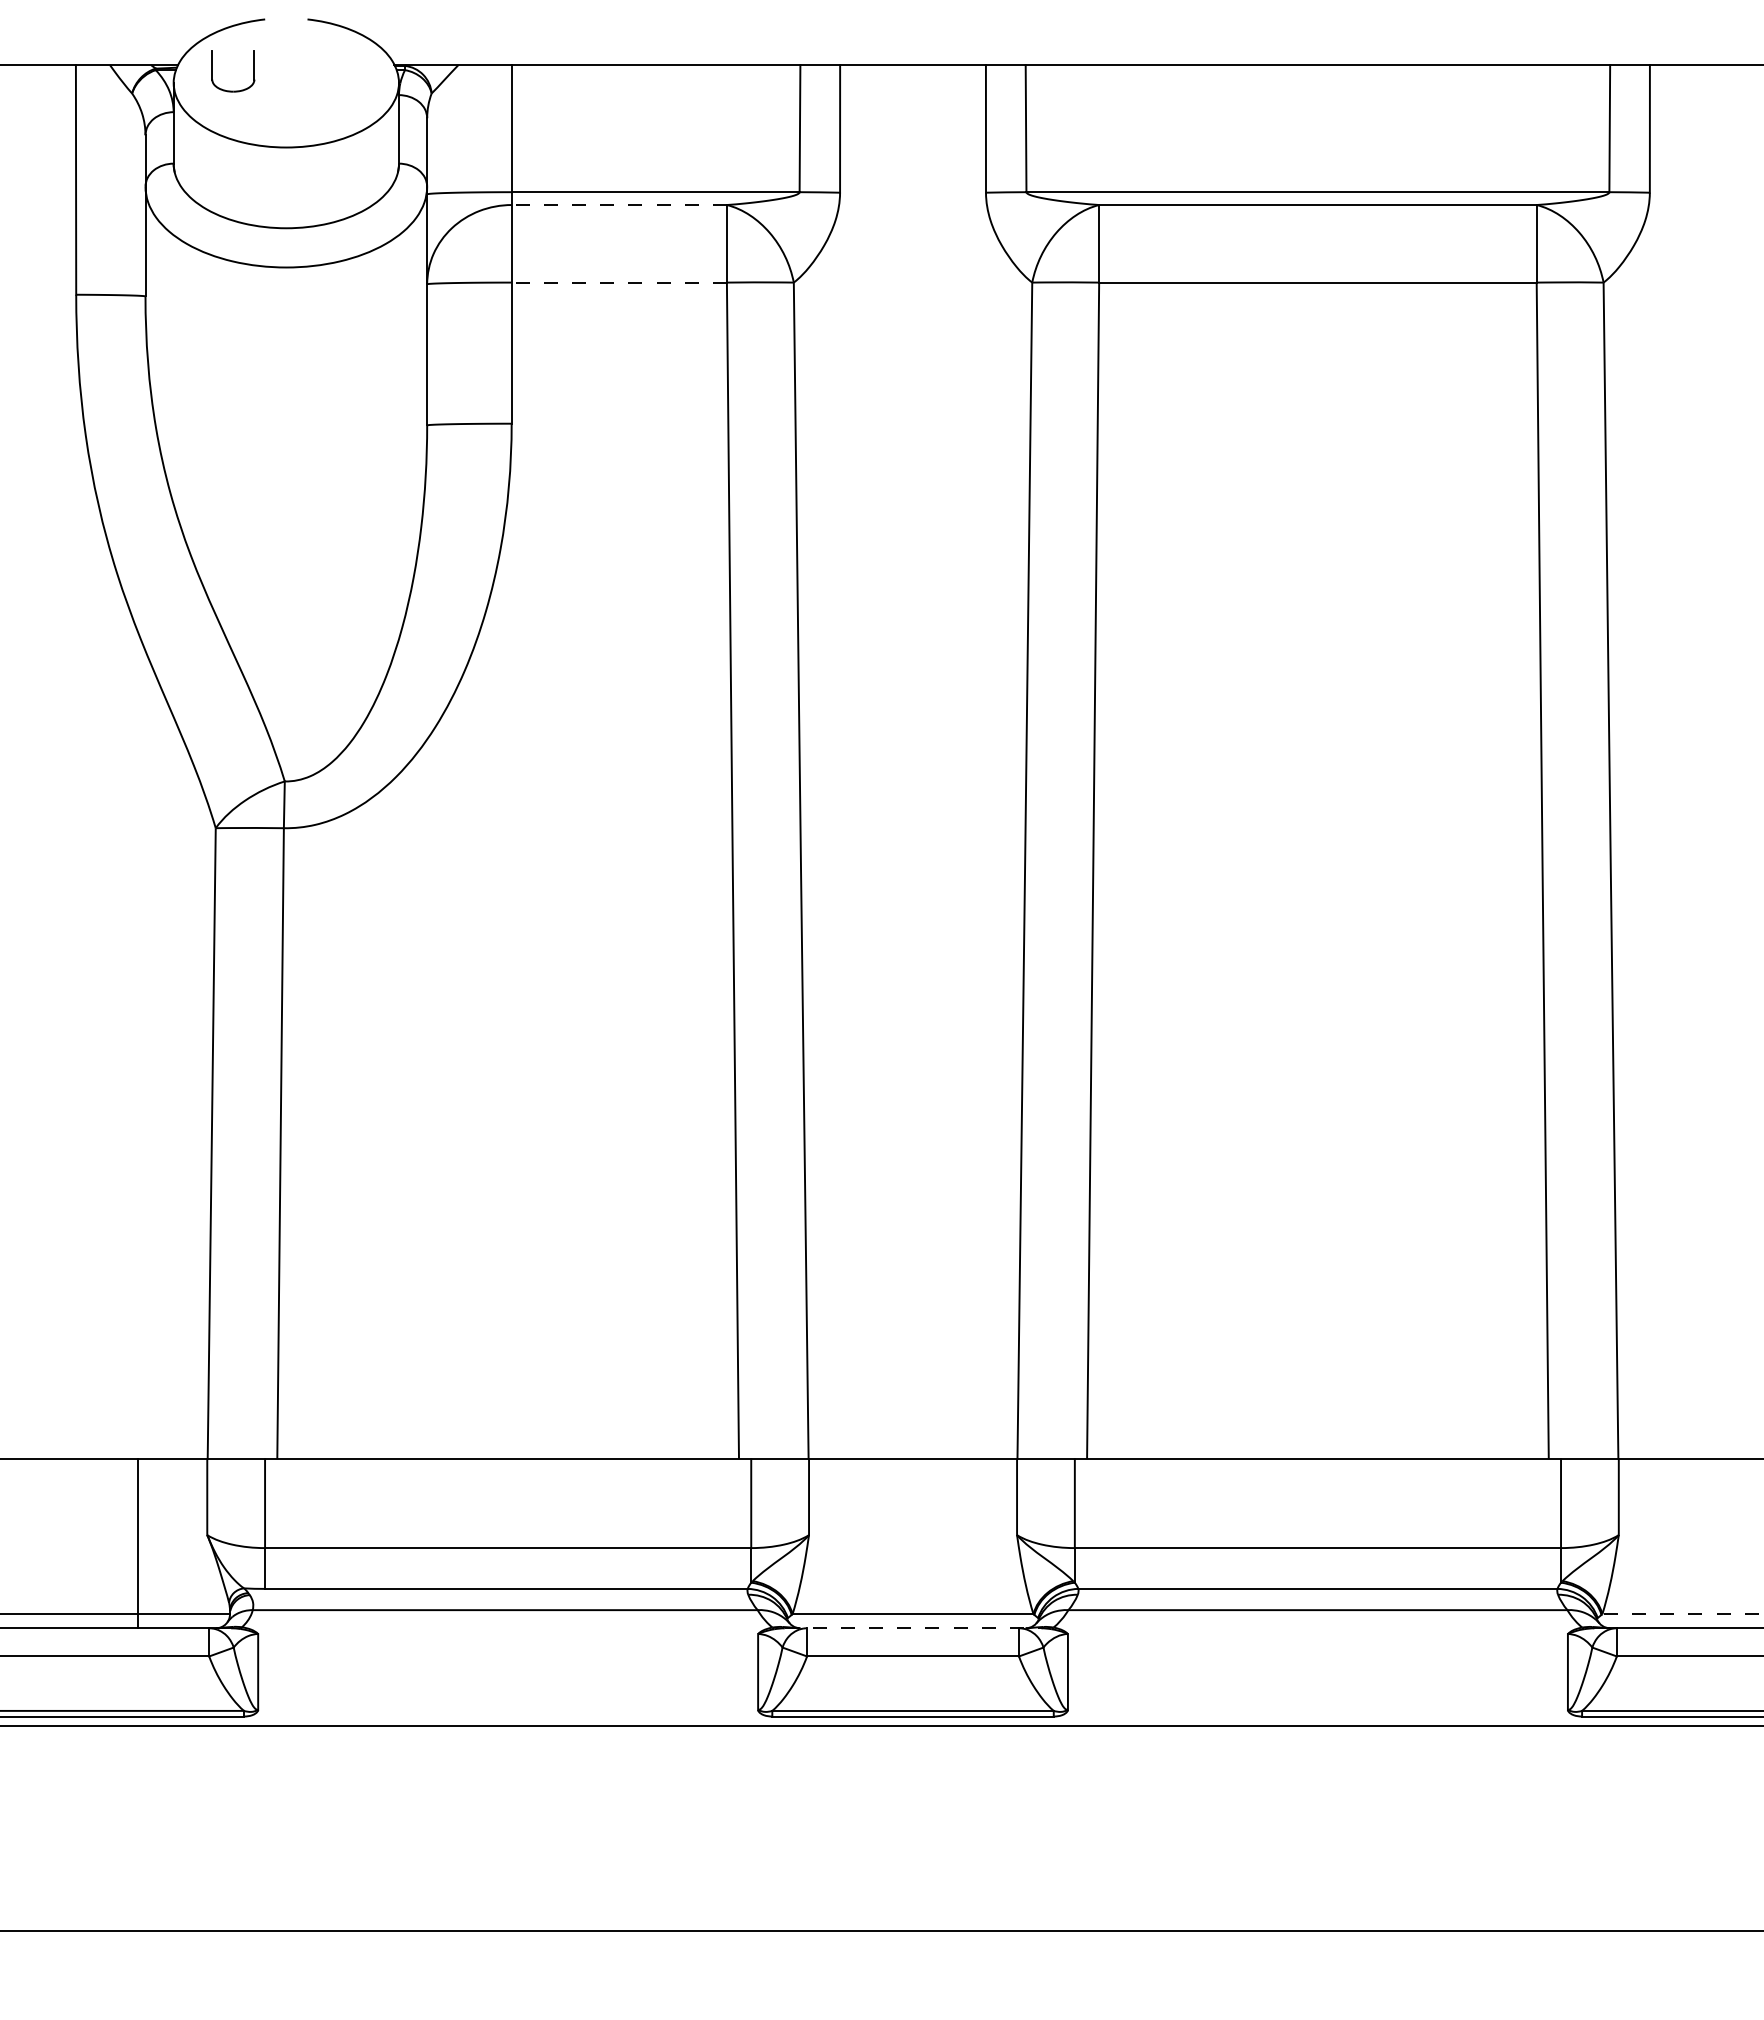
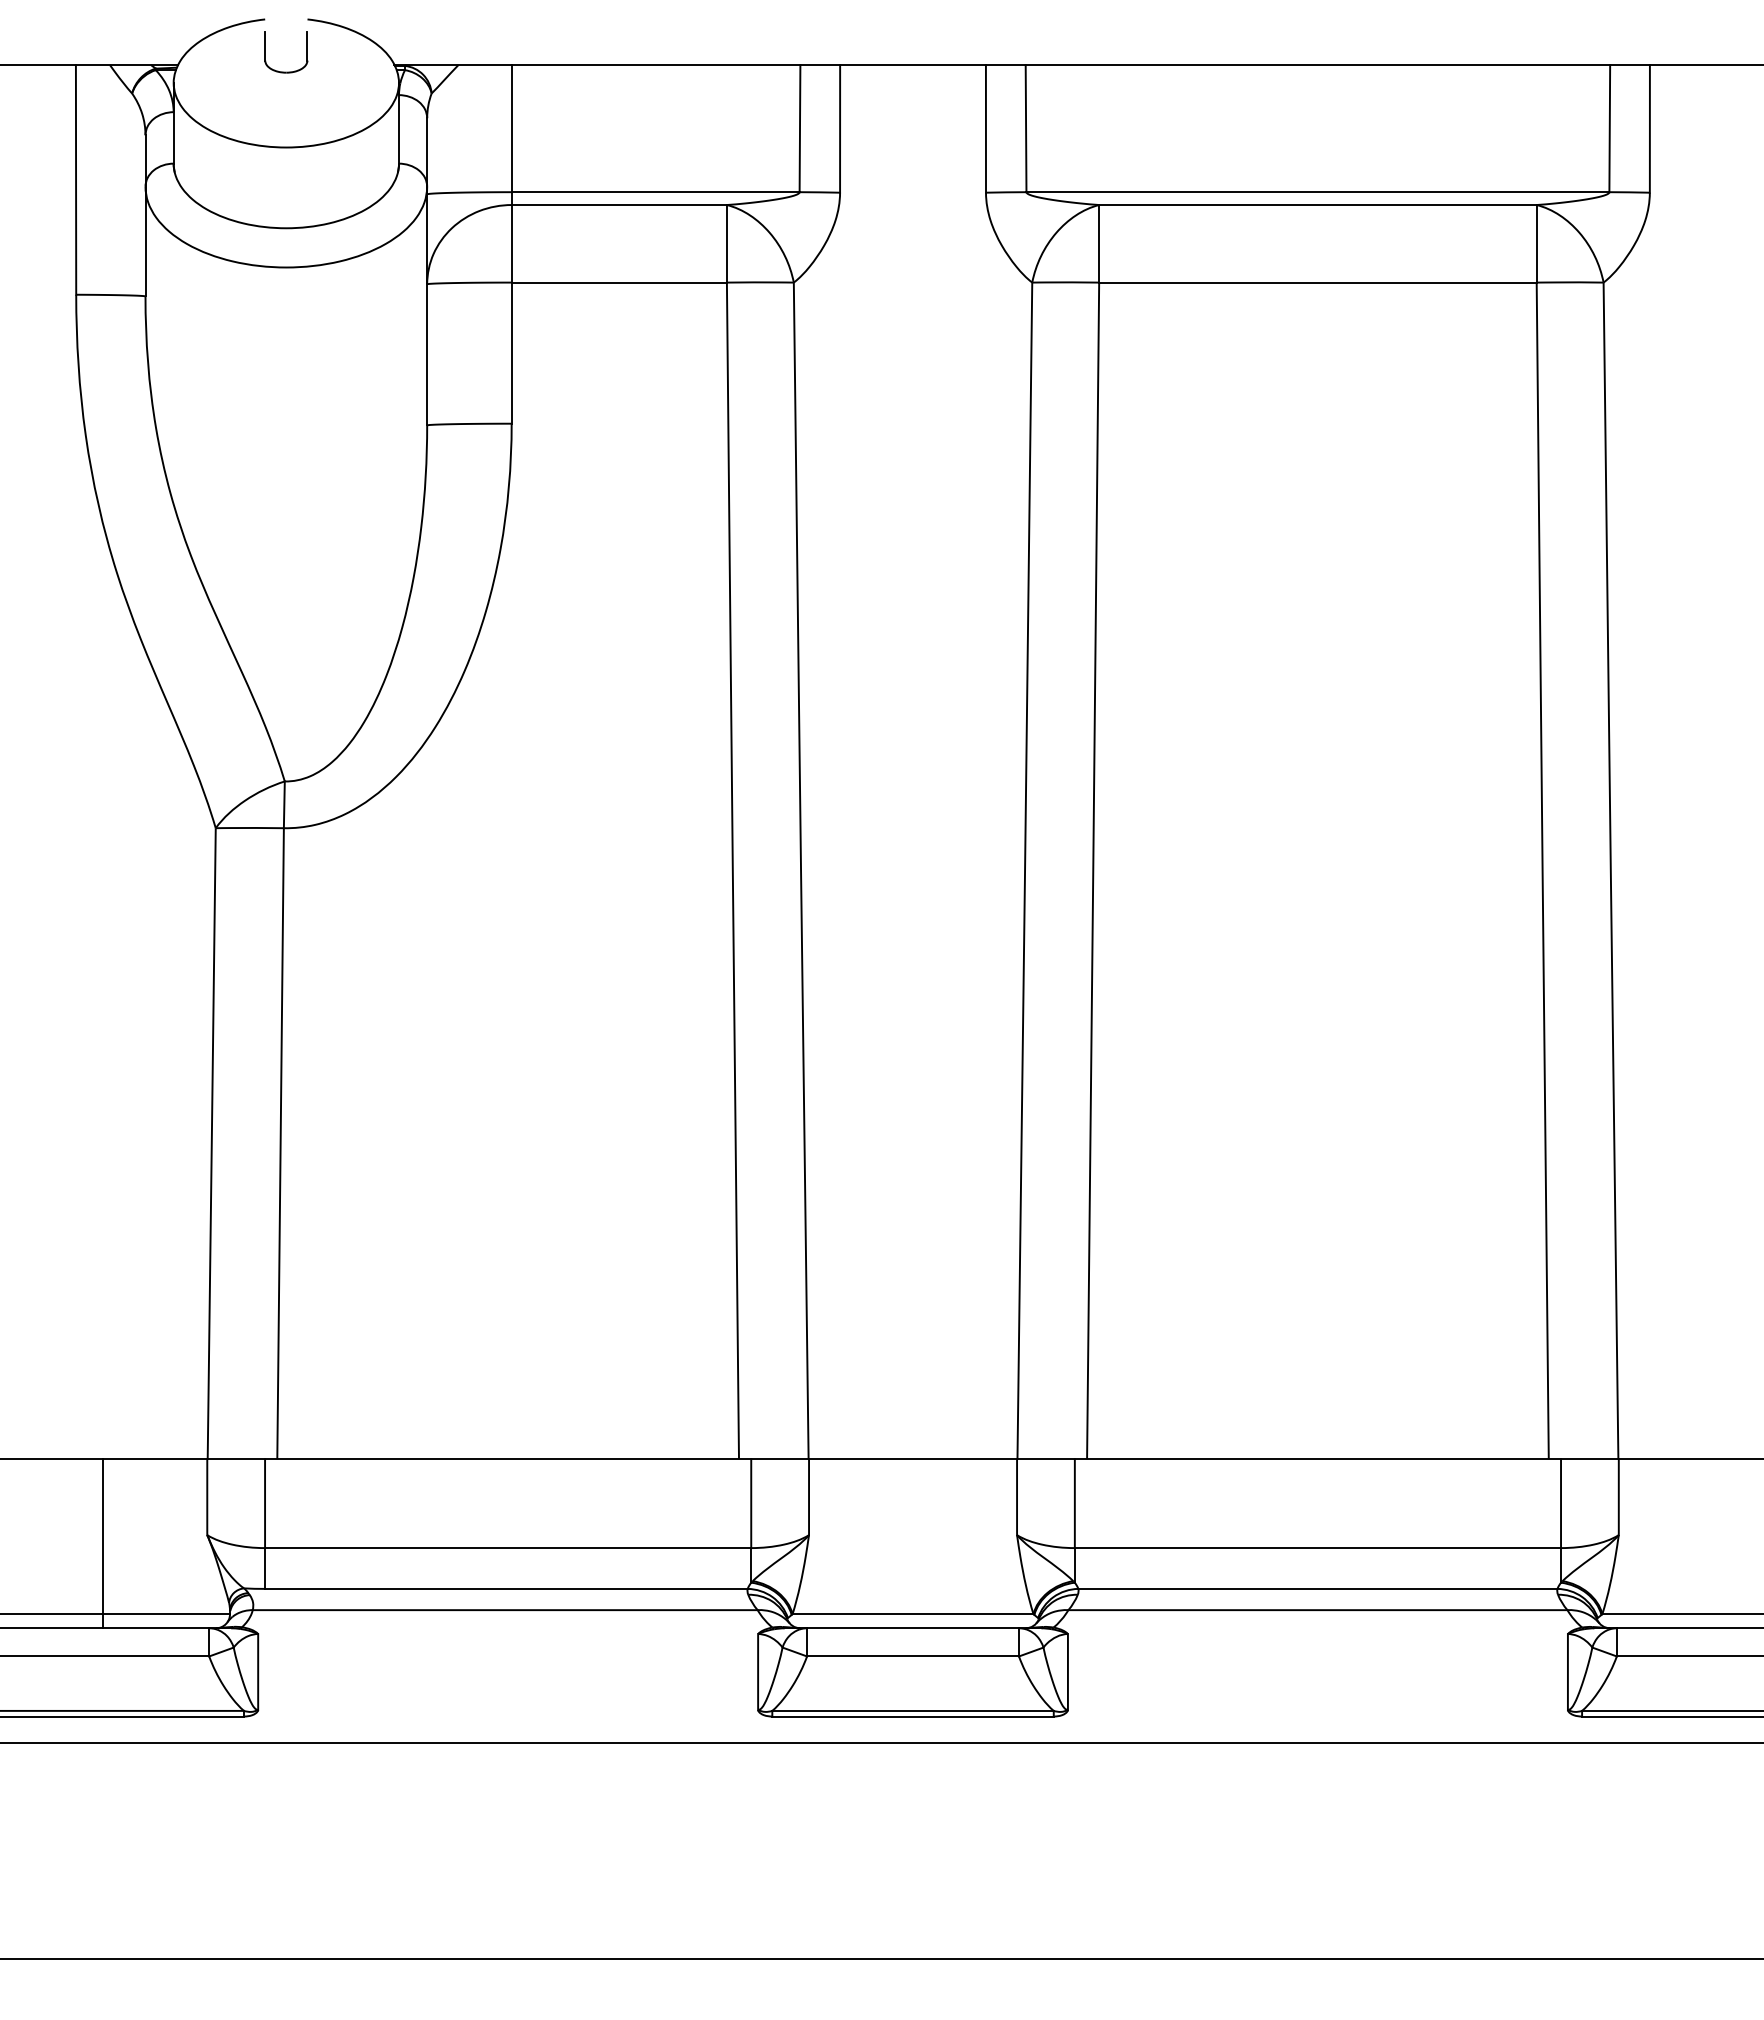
part at (233, 90) position: (233, 90) -> (286, 71)
line at (619, 205): dashed -> solid
line at (619, 282): dashed -> solid
line at (138, 1543) position: (138, 1543) -> (103, 1543)
line at (1682, 1614): dashed -> solid
line at (913, 1628): dashed -> solid
line at (881, 1725) position: (881, 1725) -> (881, 1742)
line at (881, 1931) position: (881, 1931) -> (881, 1959)
